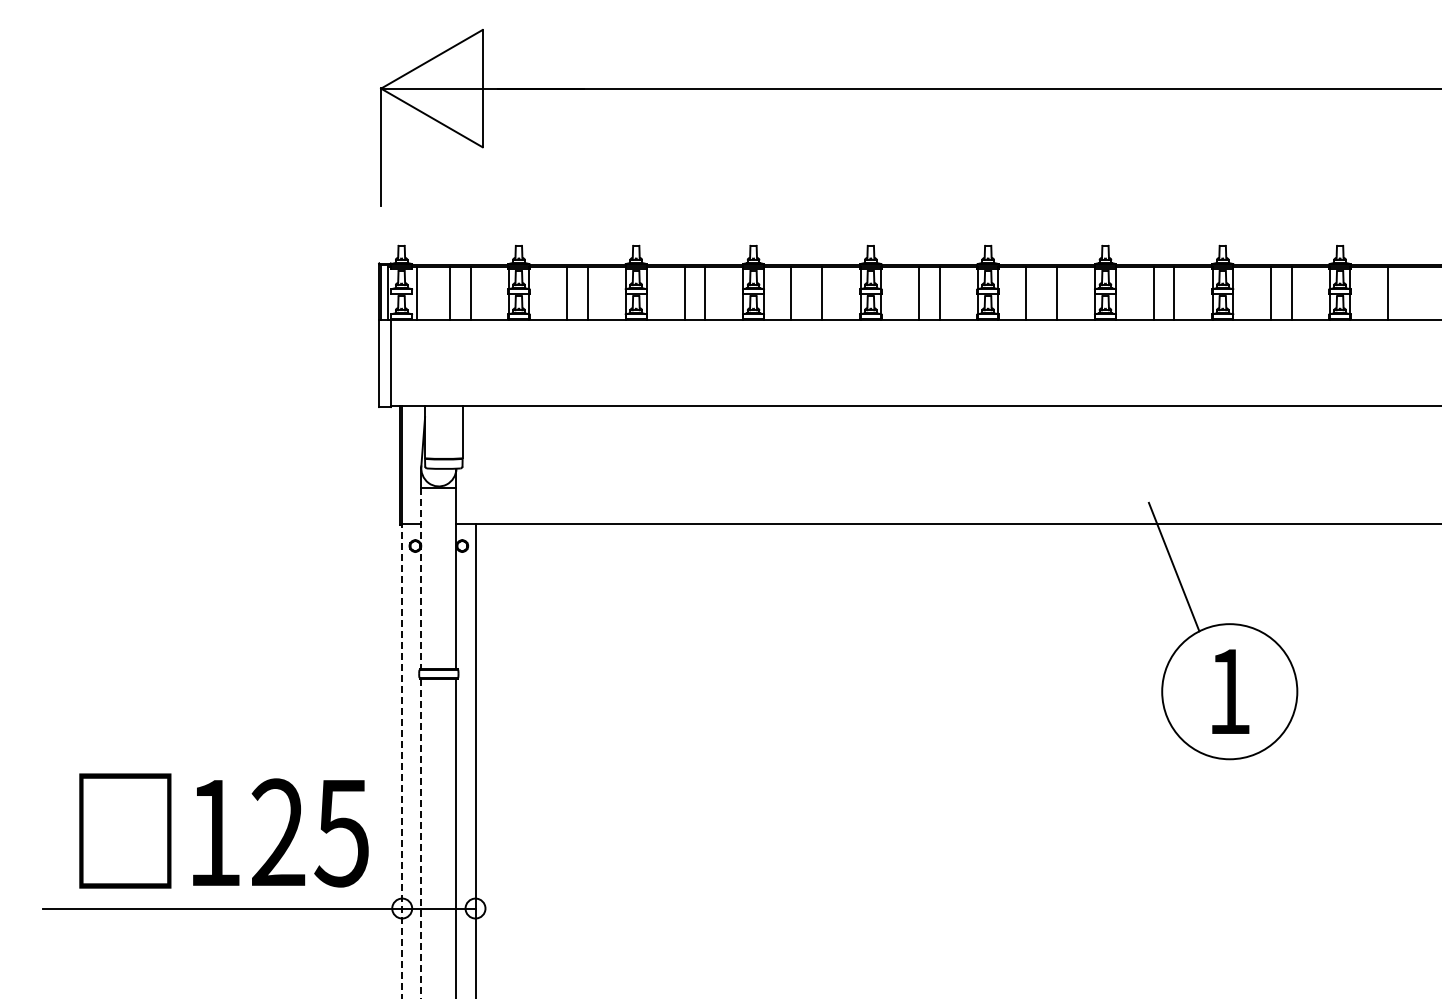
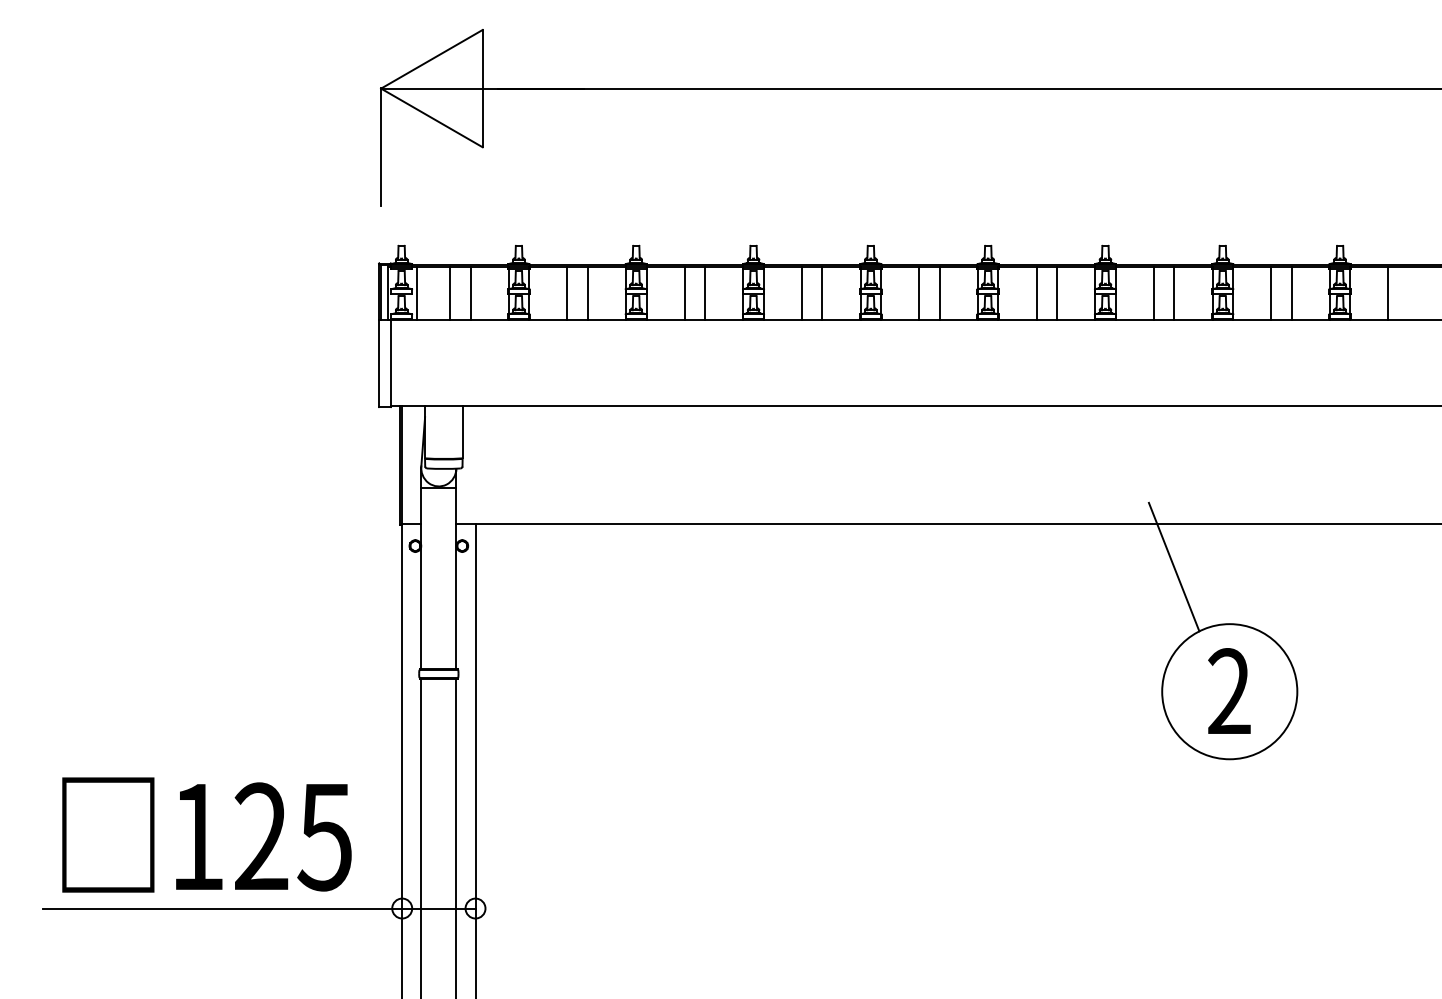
line at (790, 293) position: (790, 293) -> (801, 293)
line at (1025, 293) position: (1025, 293) -> (1036, 293)
line at (421, 578): dashed -> solid
text at (1229, 690): 1 -> 2
line at (402, 761): dashed -> solid
text at (223, 830) position: (223, 830) -> (206, 834)
line at (421, 839): dashed -> solid
